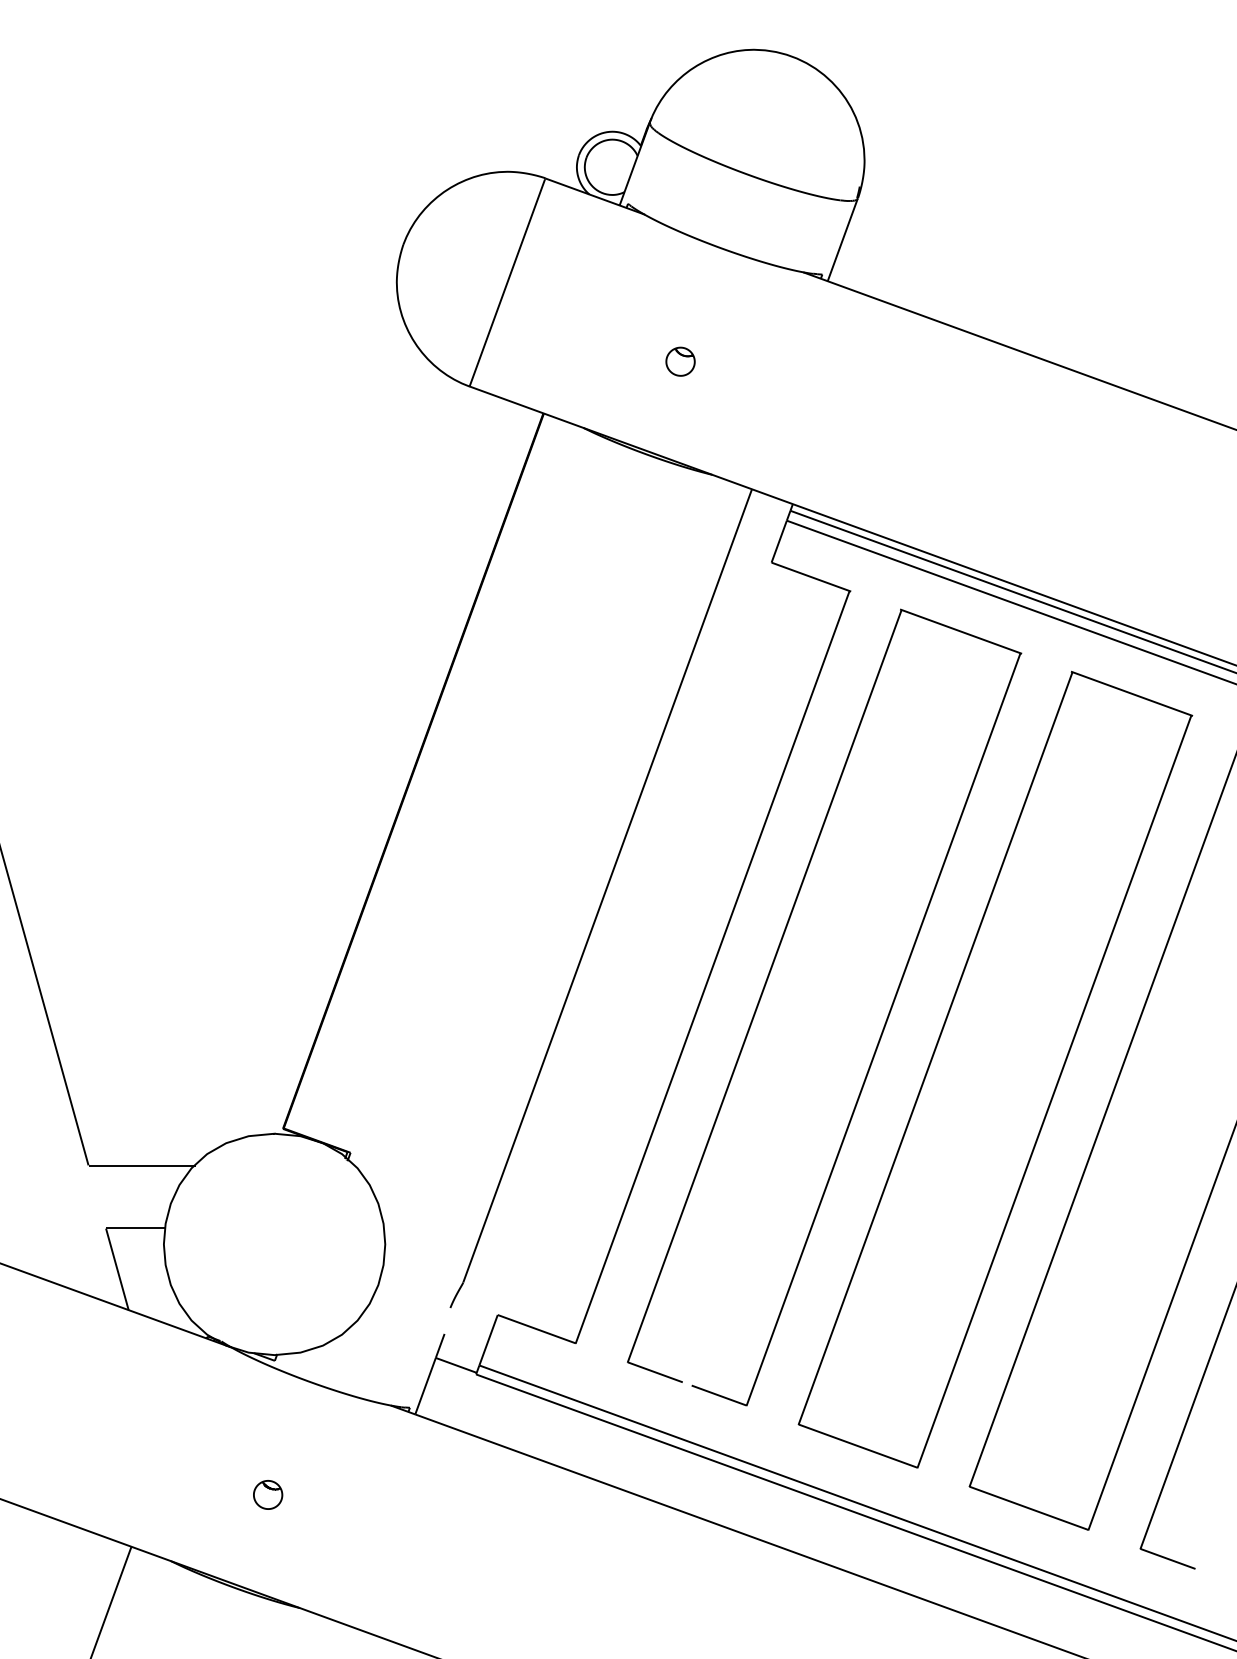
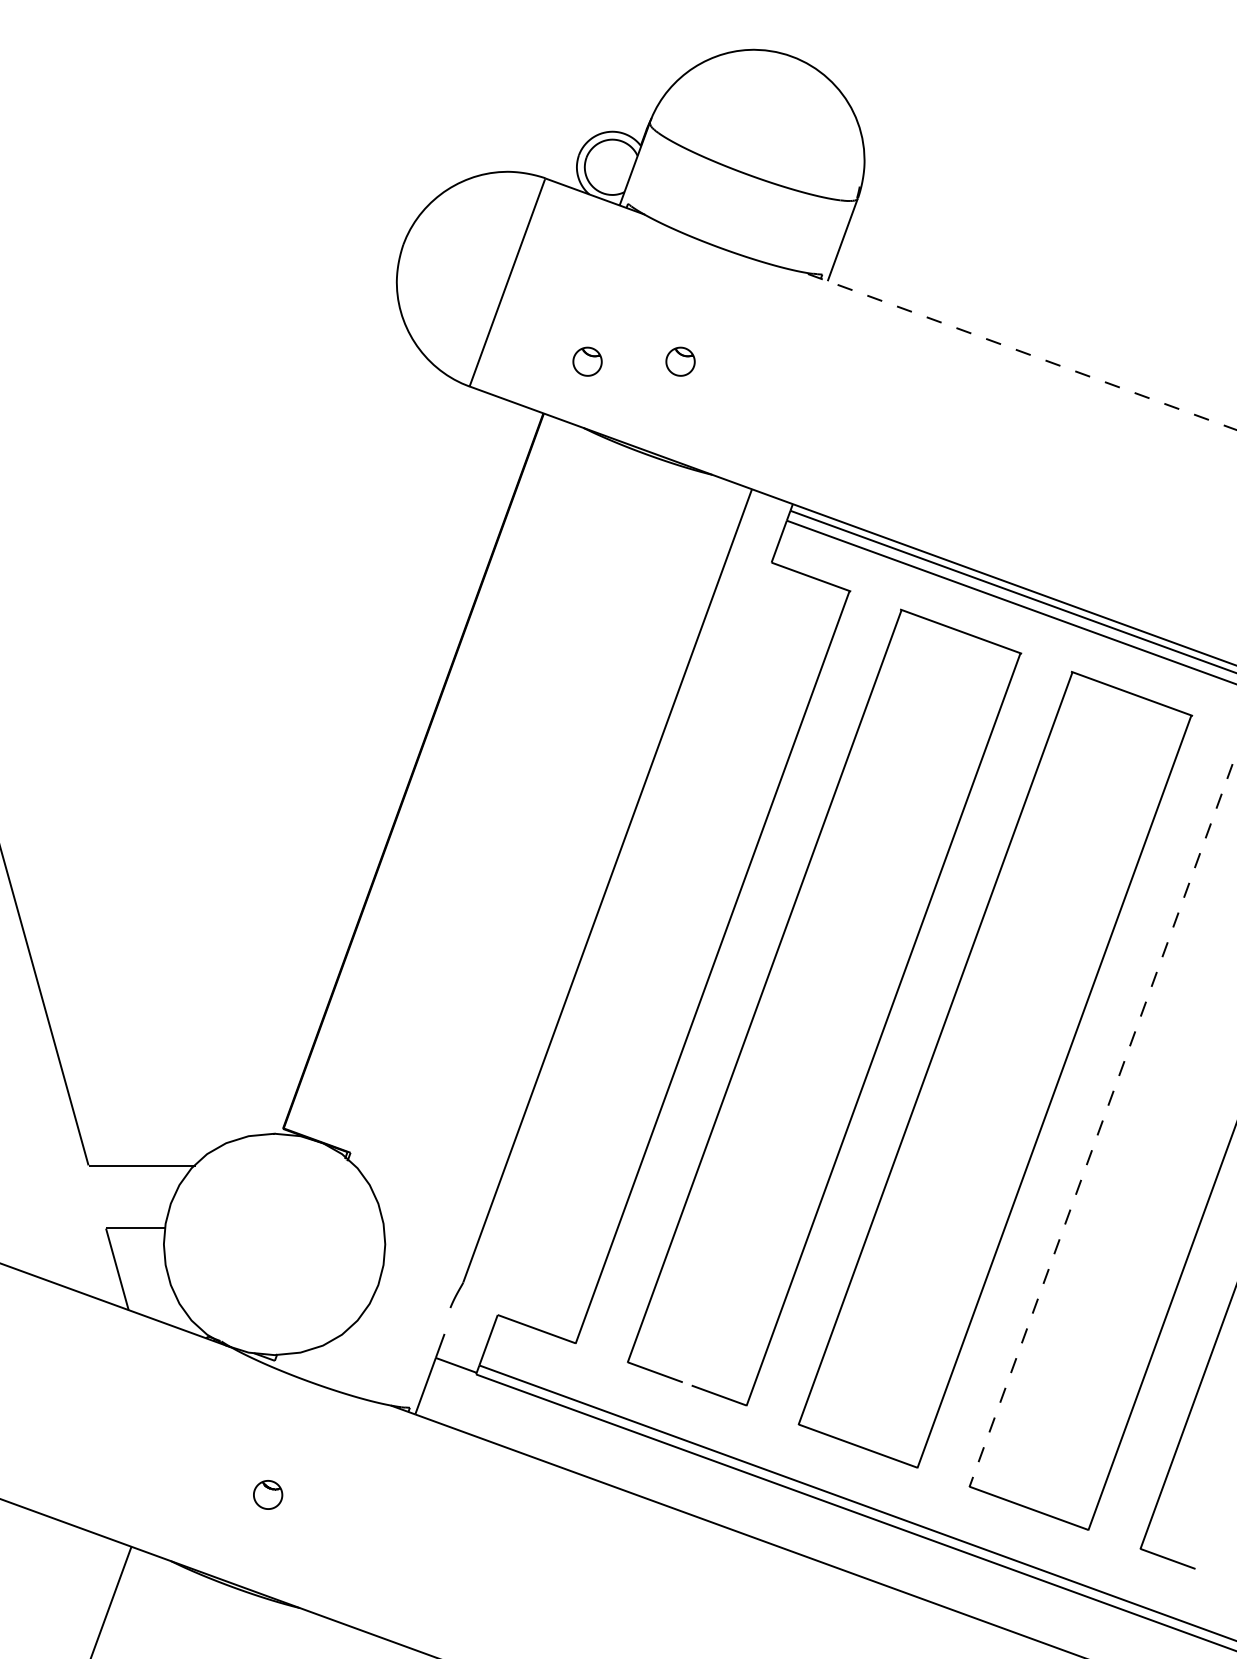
line at (1019, 350): solid -> dashed
part at (587, 361): none -> present
line at (1103, 1120): solid -> dashed
